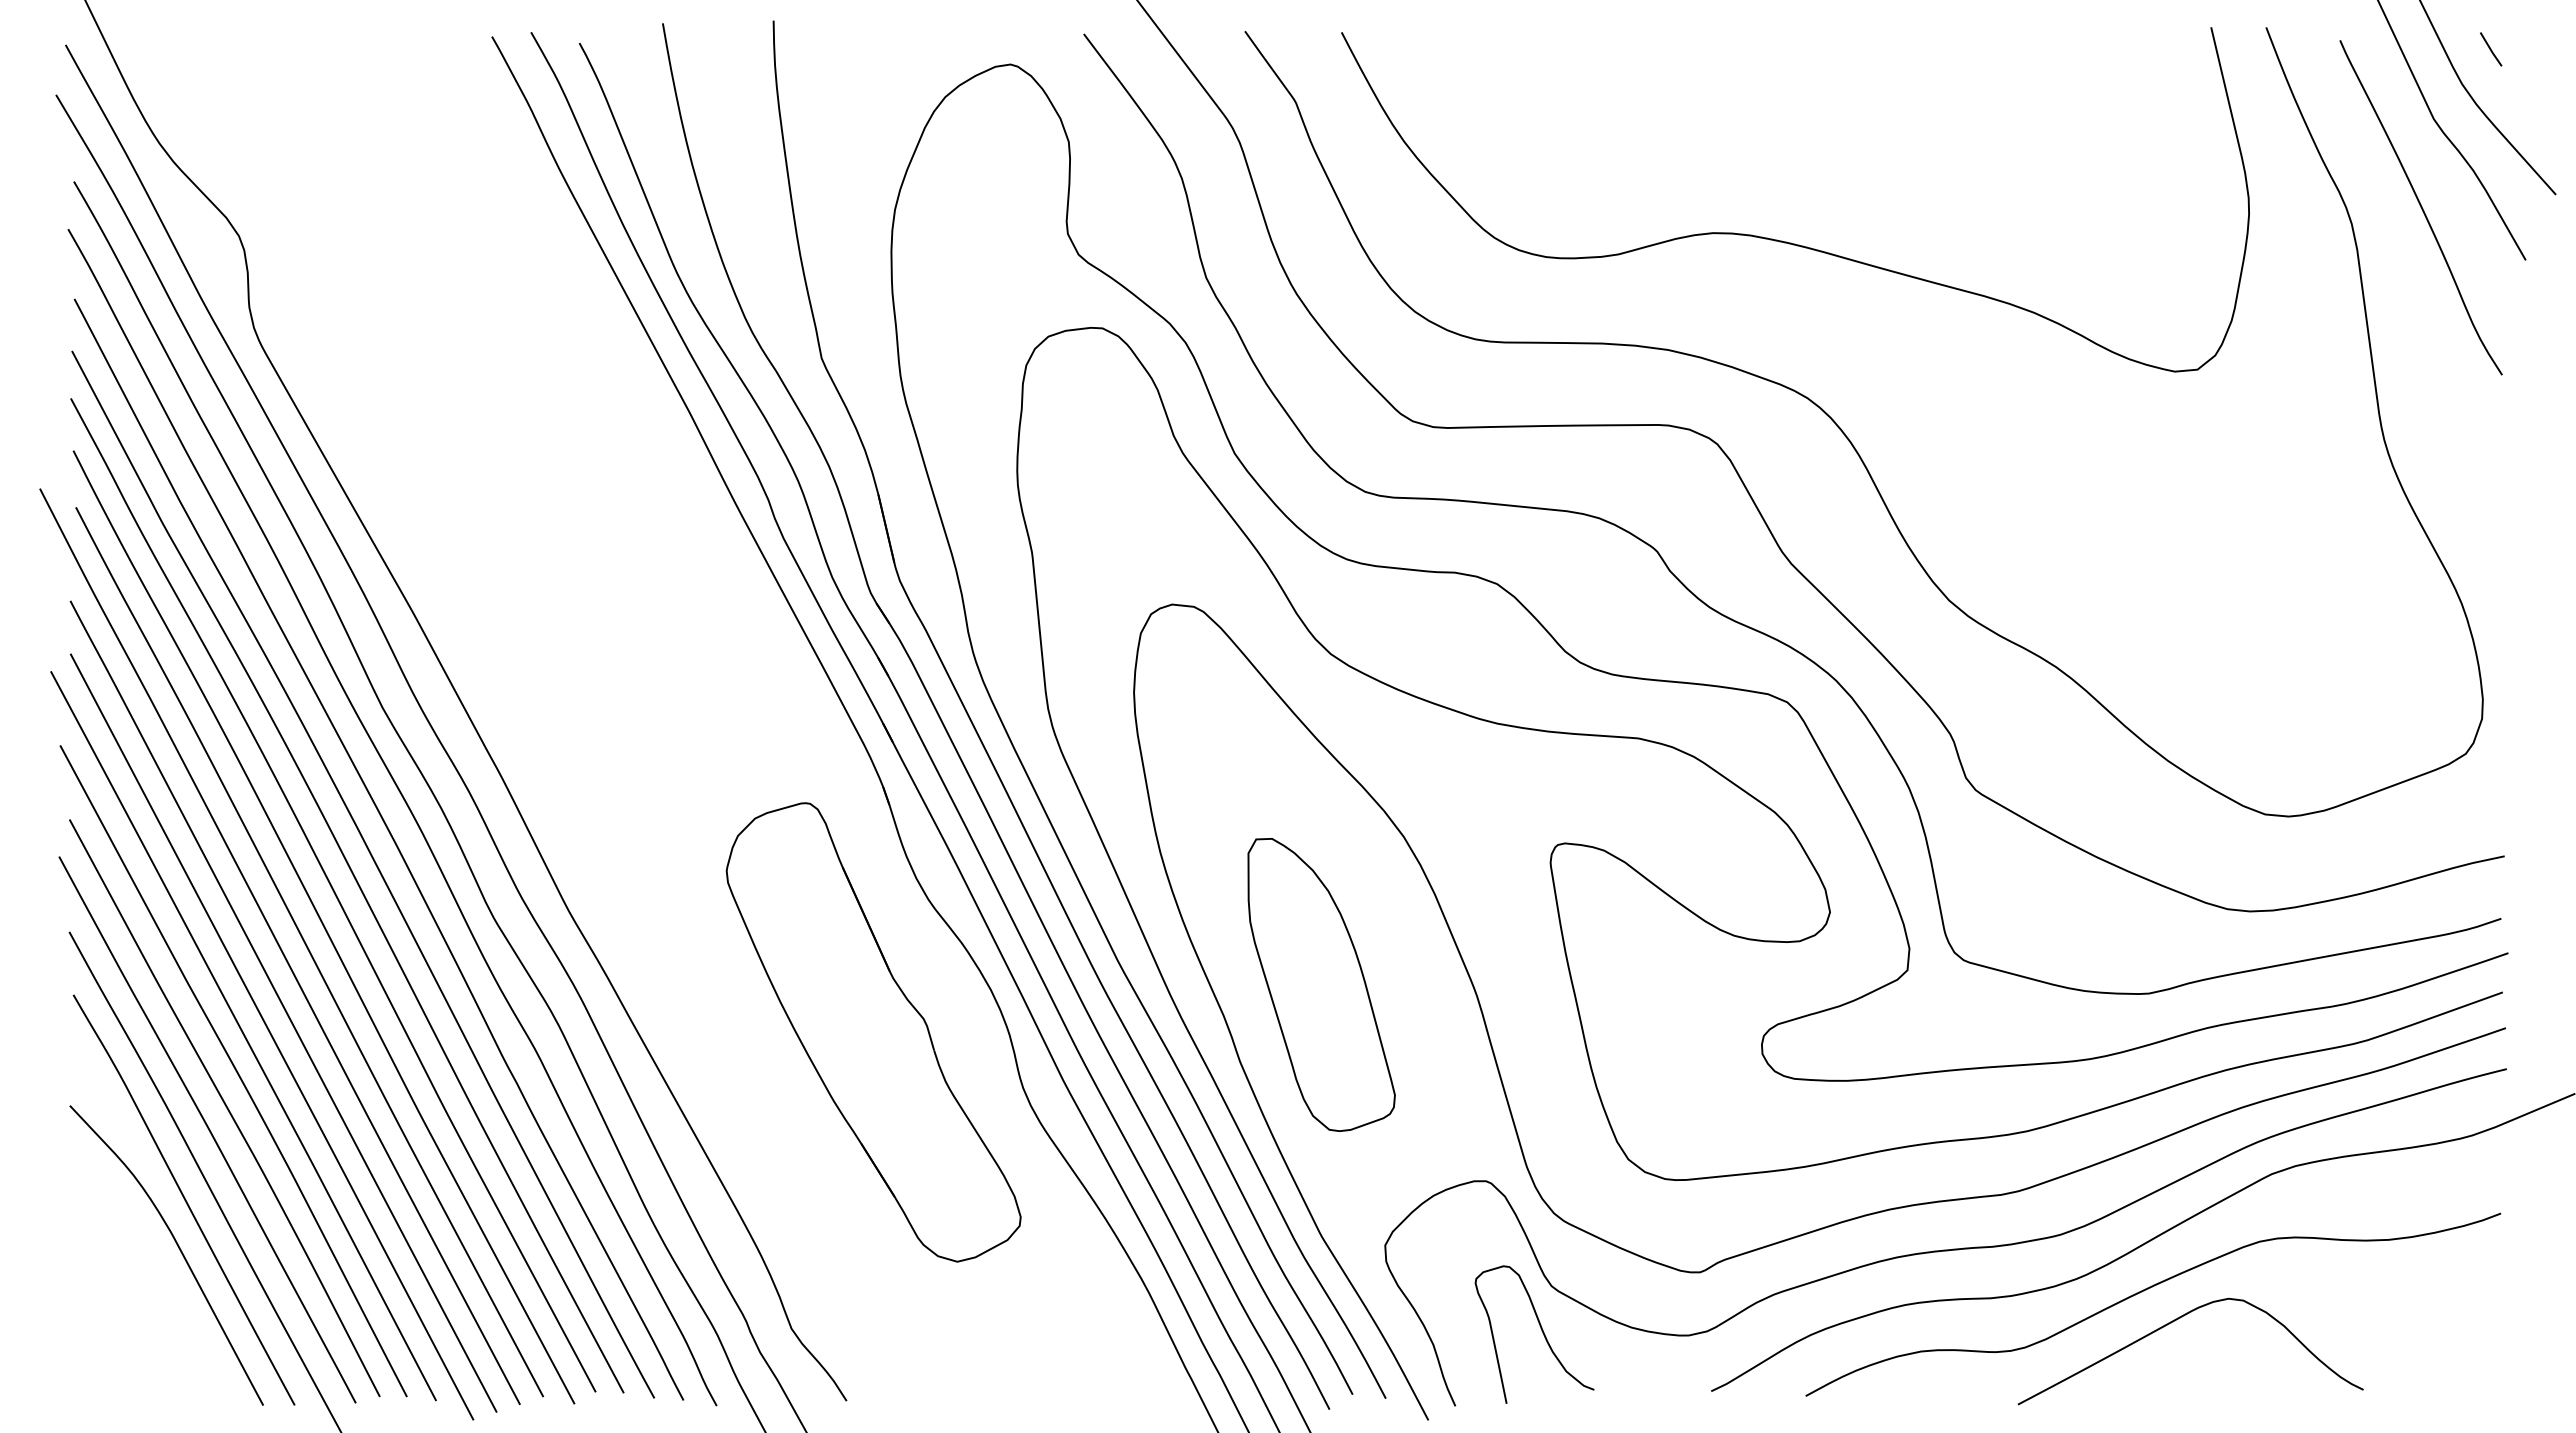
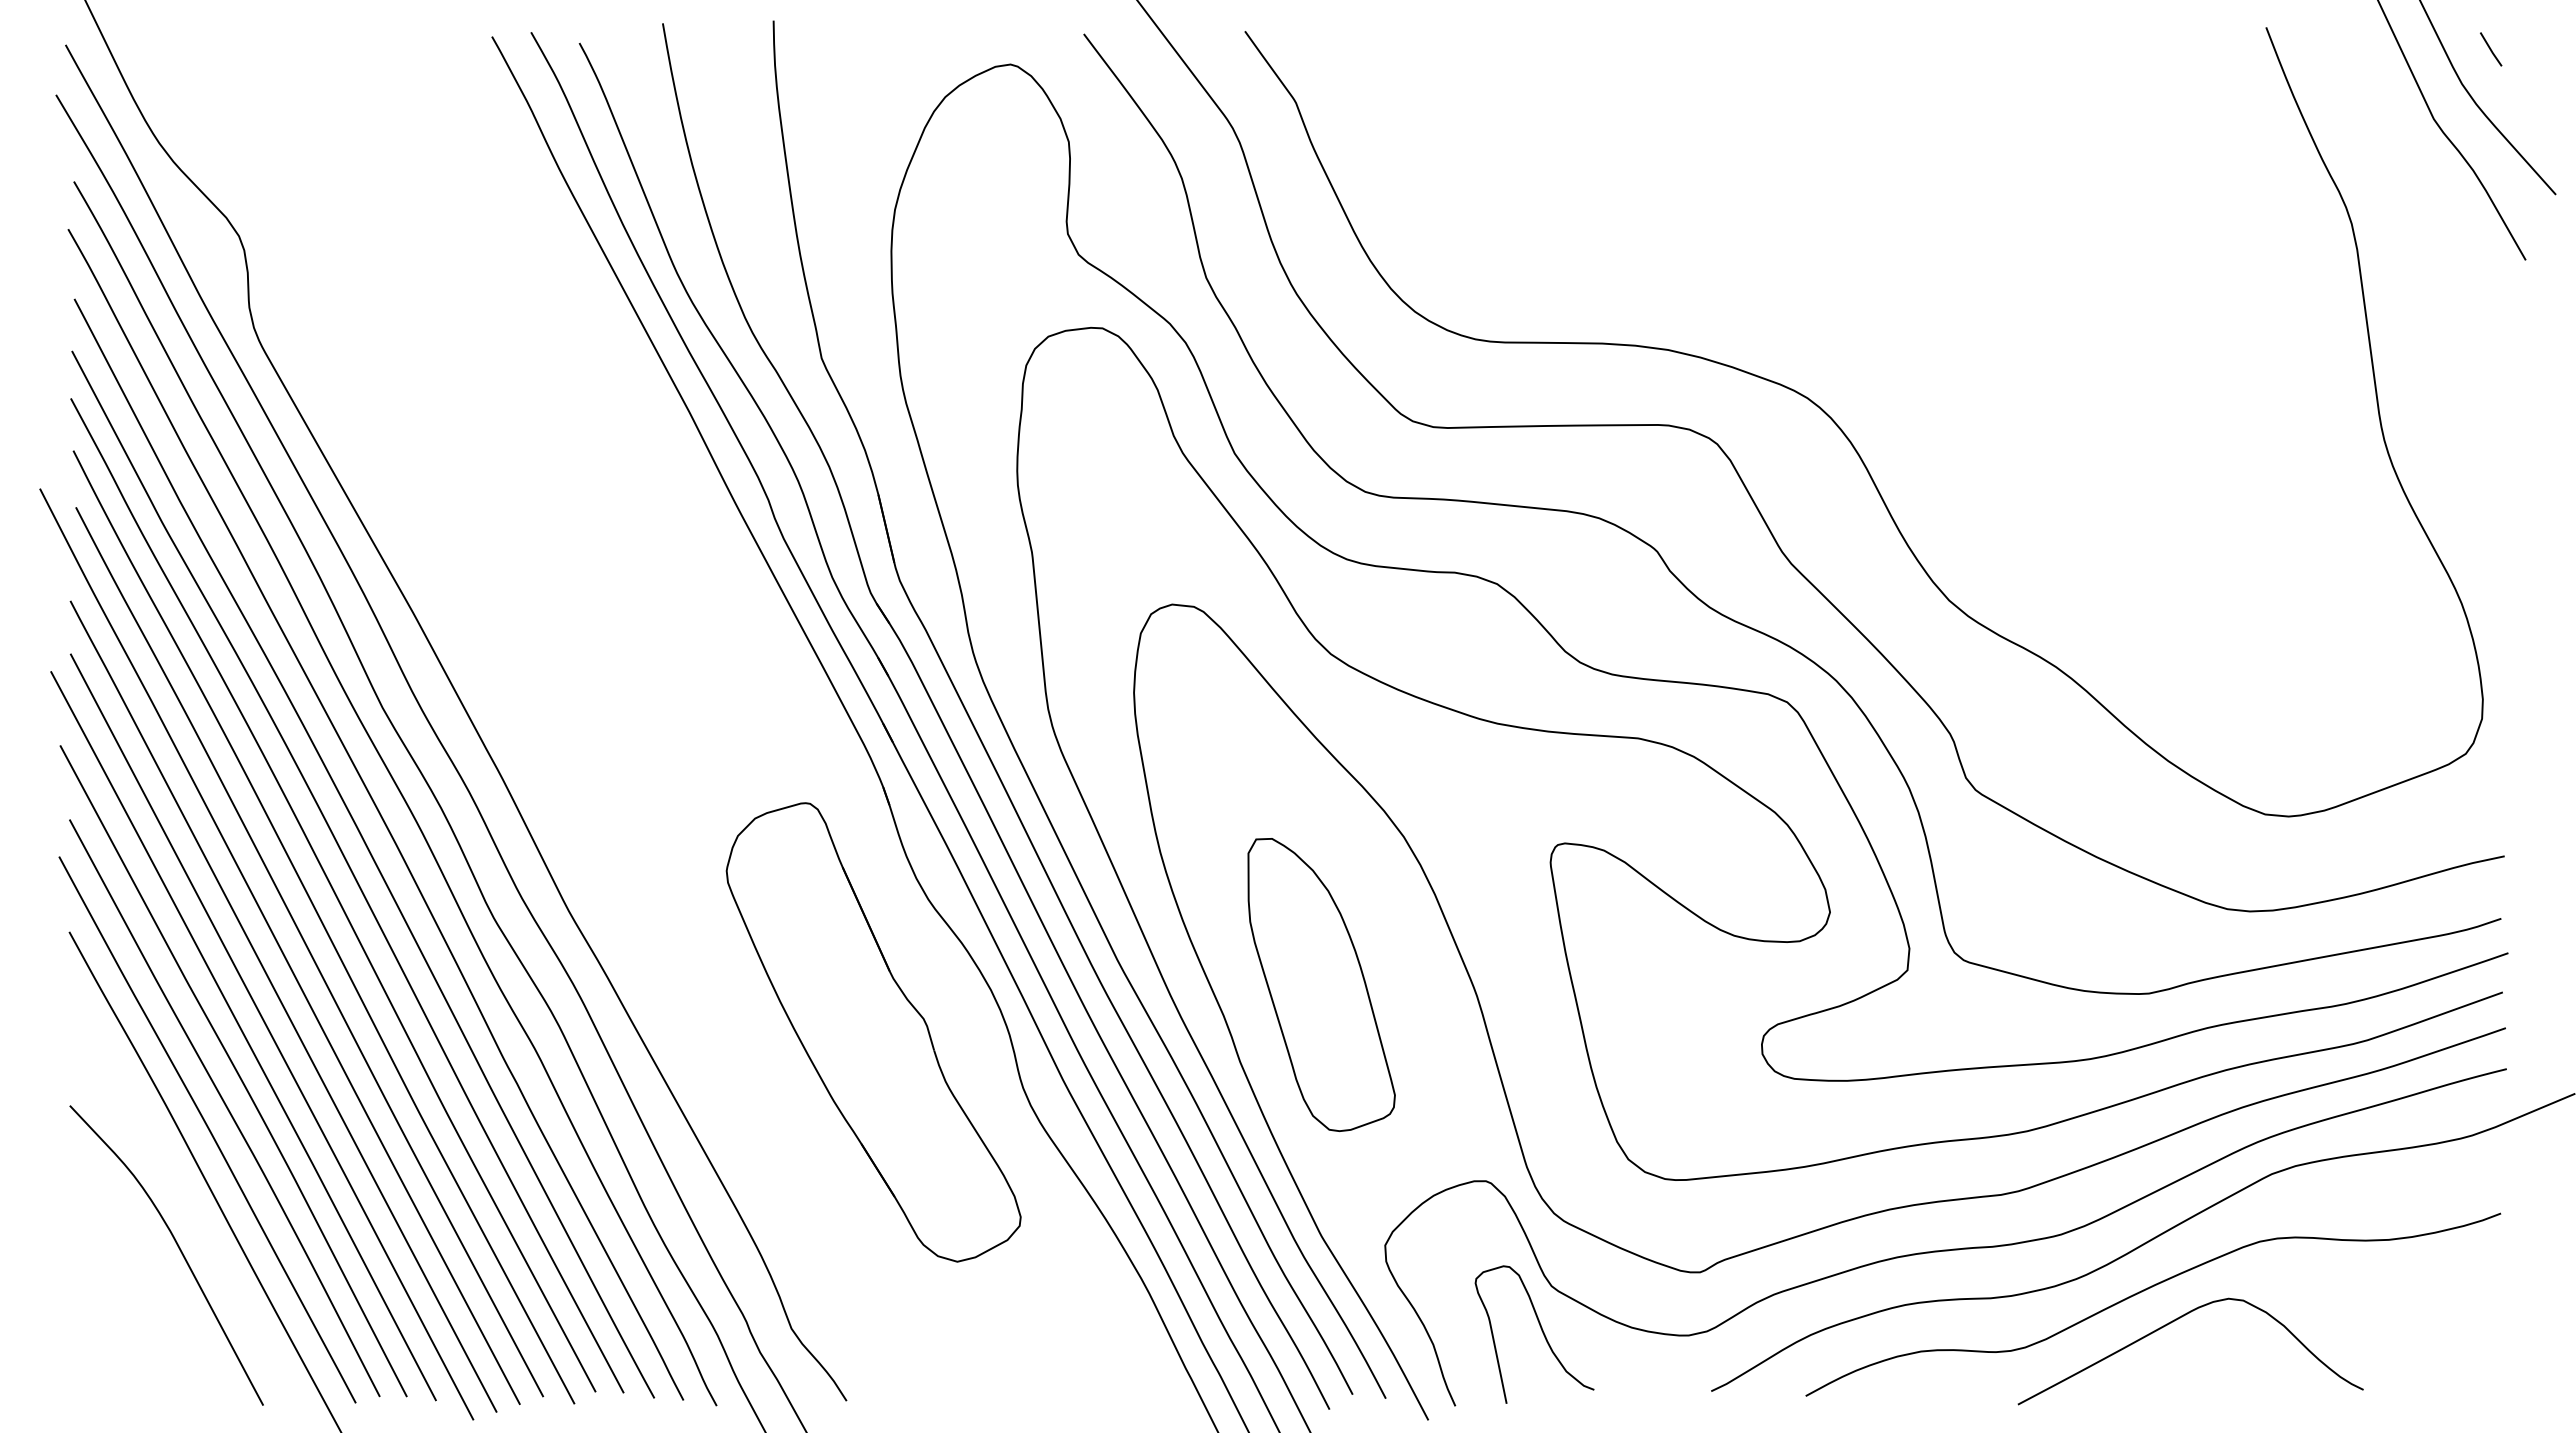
curve at (2420, 207): present -> none
curve at (1786, 241): present -> none
curve at (183, 1198): present -> none
